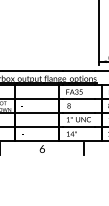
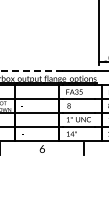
line at (31, 70): solid -> dashed
